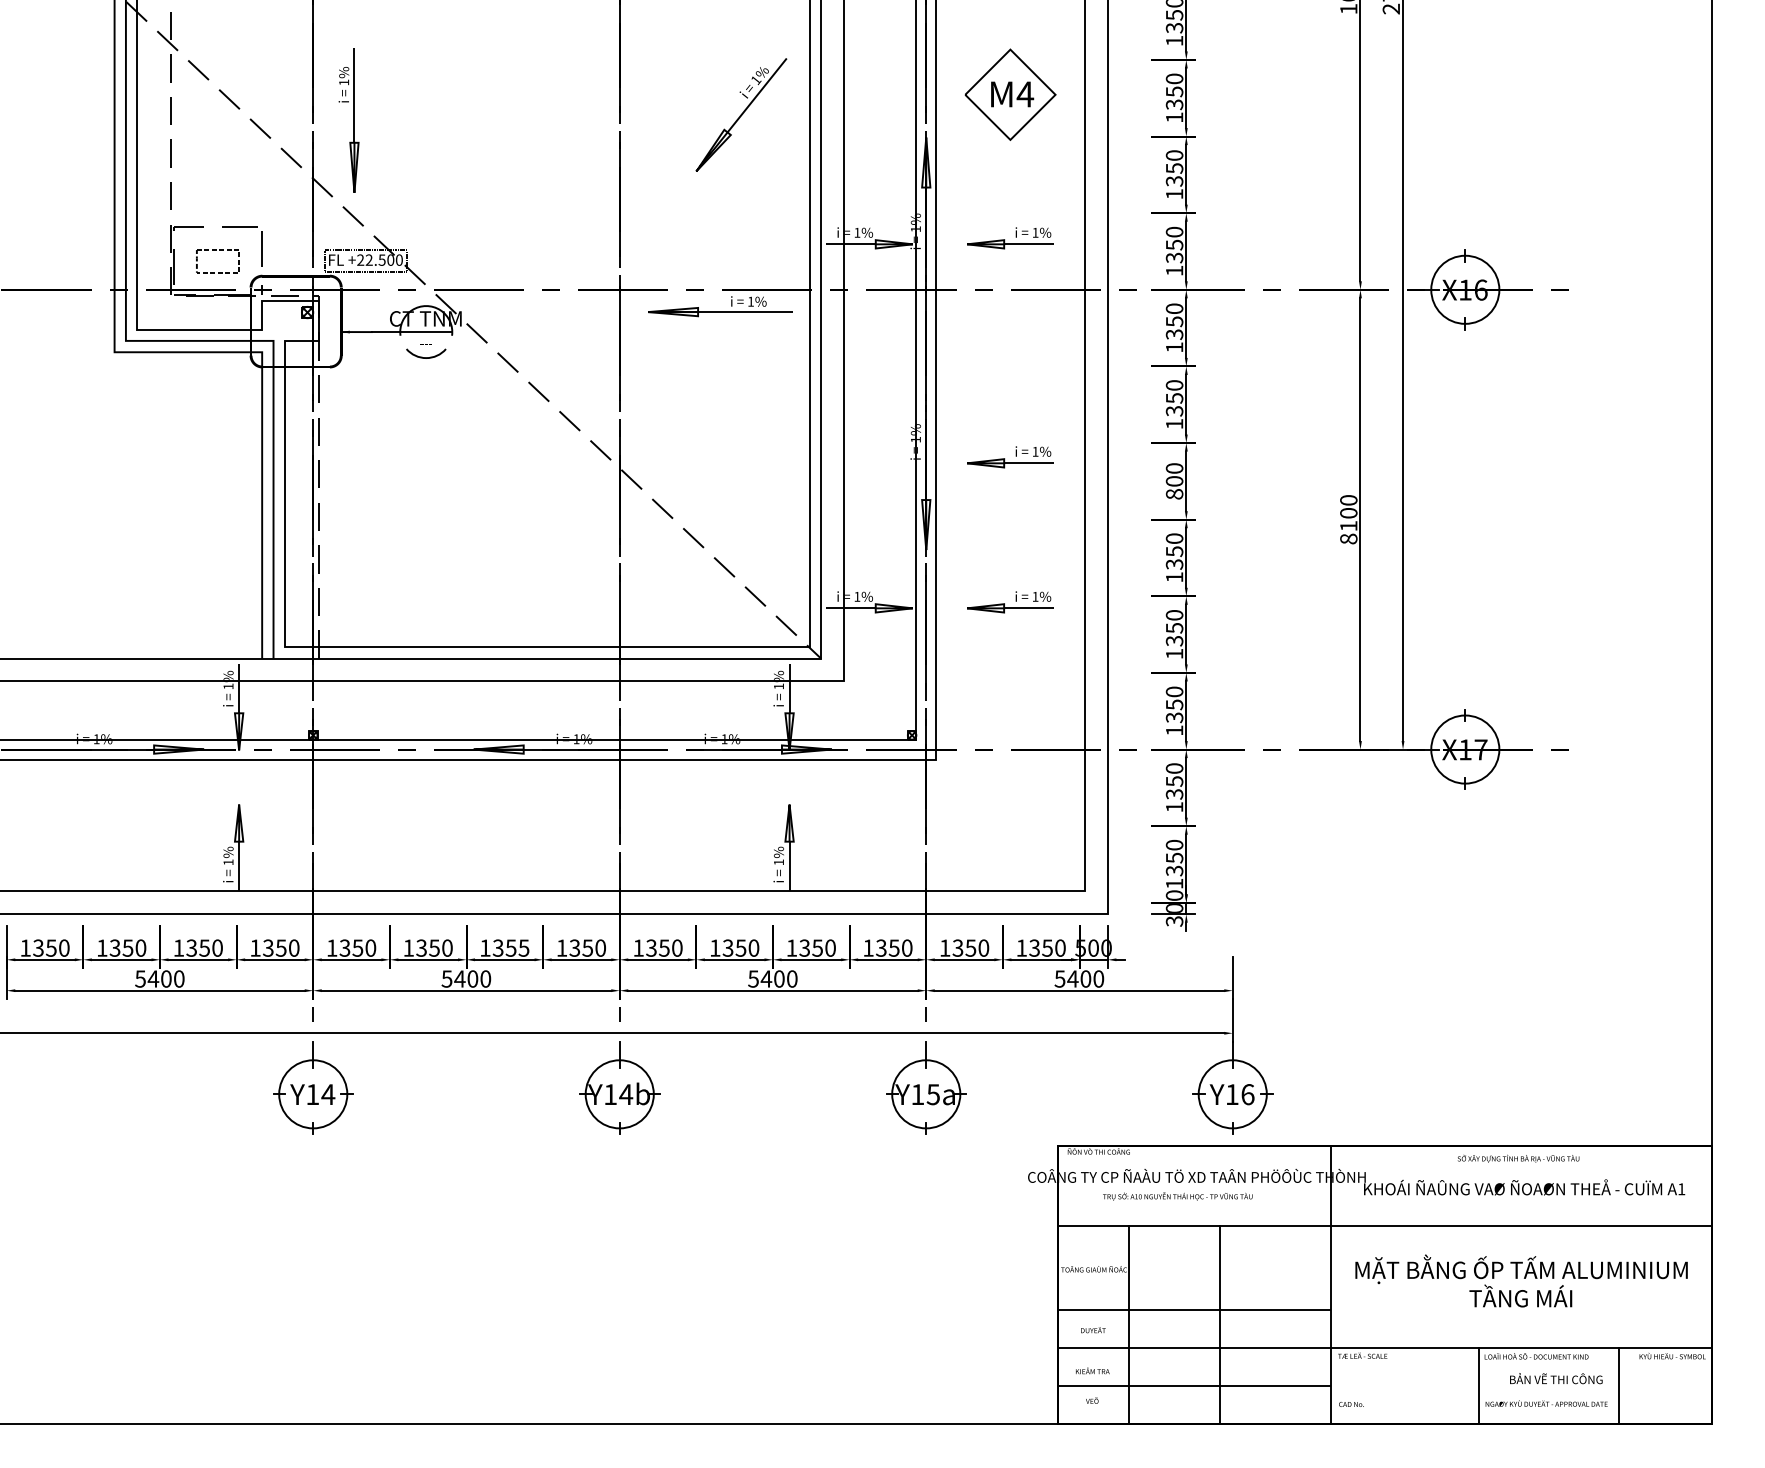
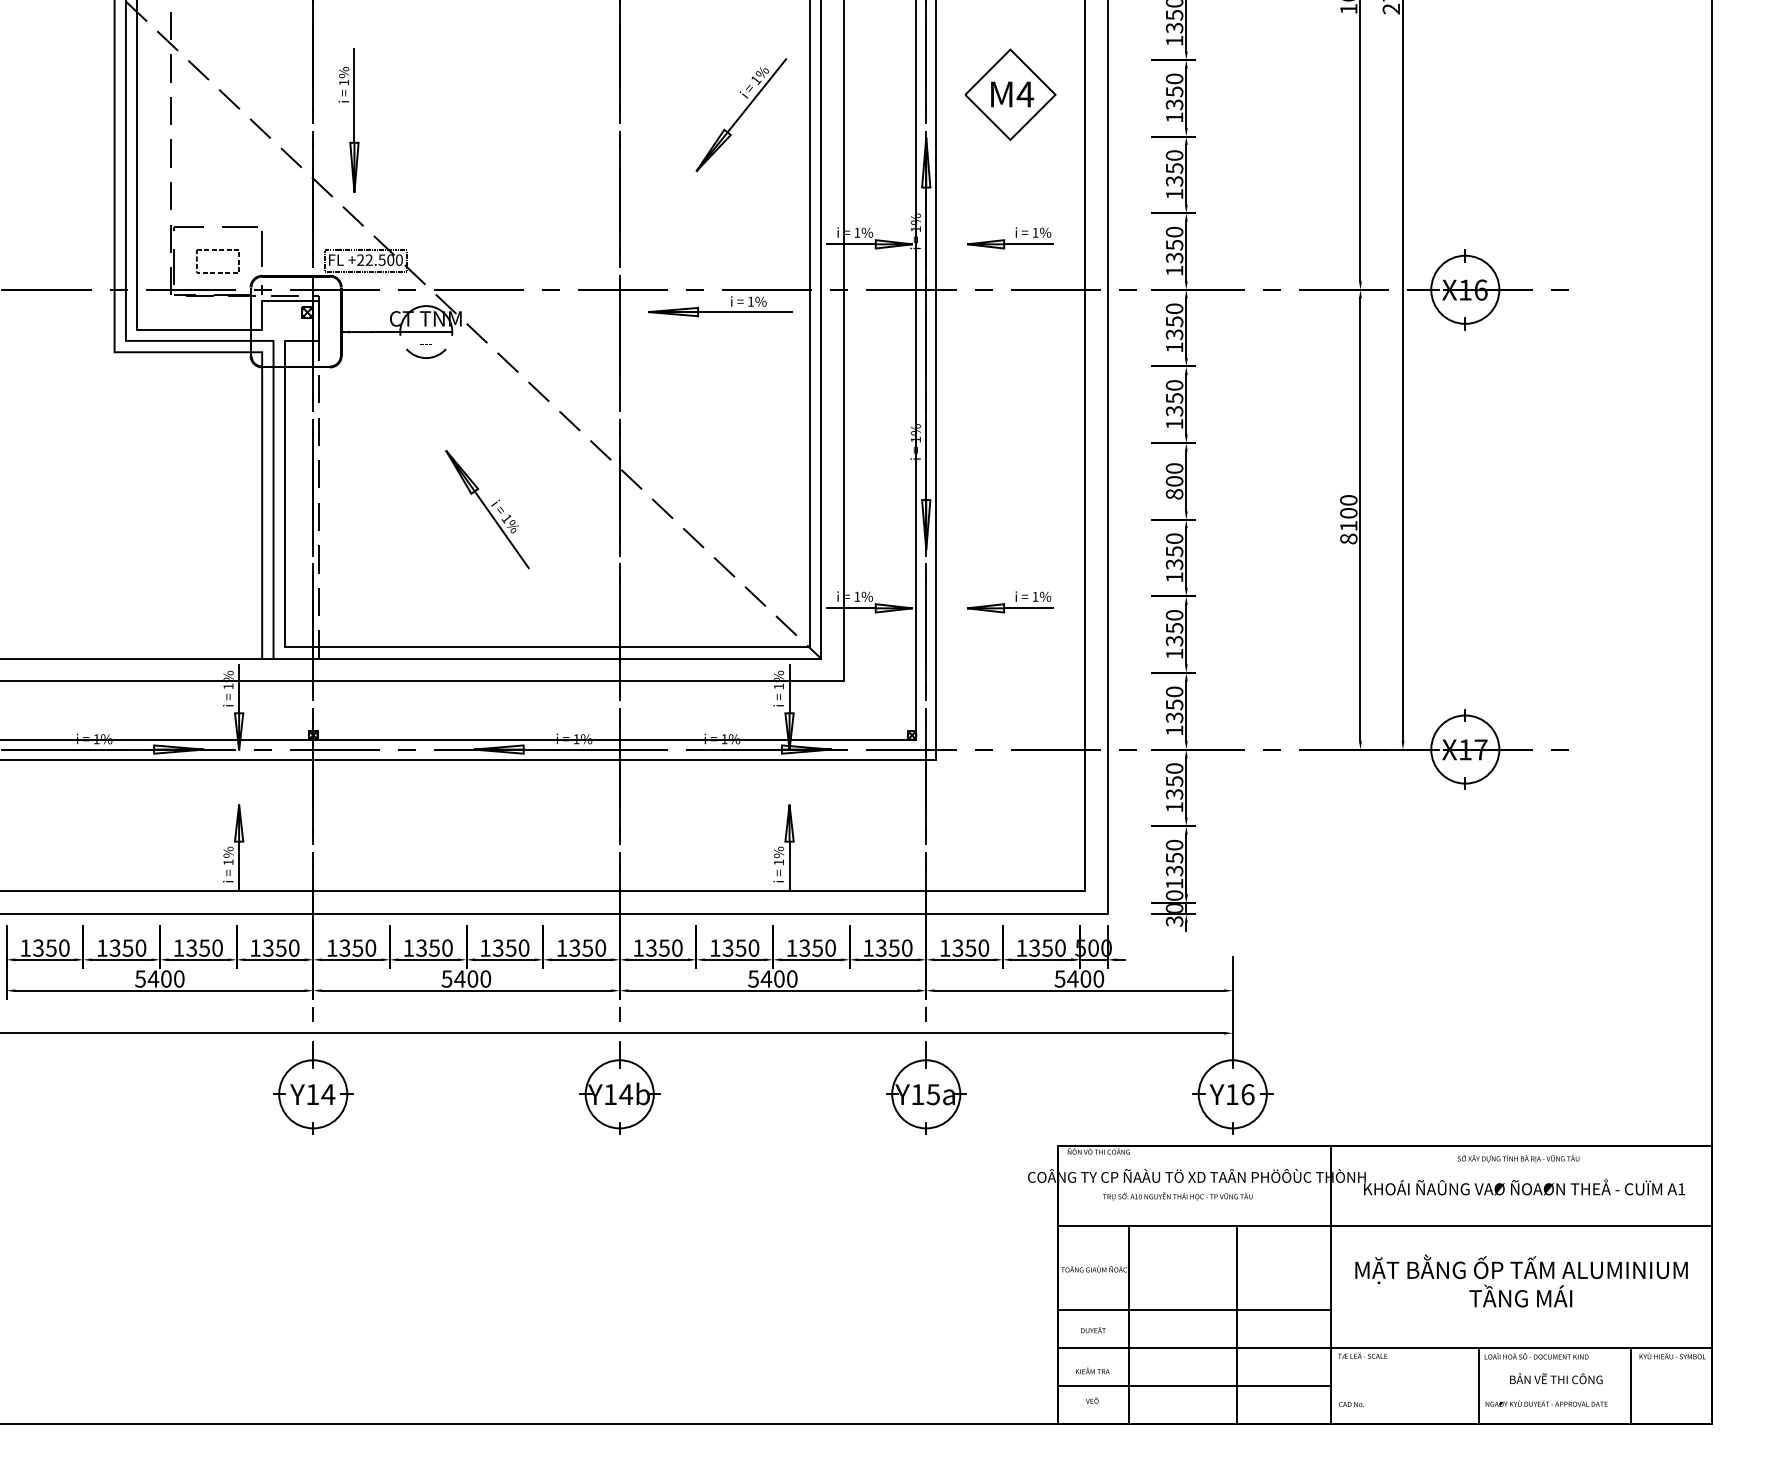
part at (1010, 457): present -> none
part at (487, 509): none -> present
text at (523, 947): 1355 -> 1350
line at (1219, 1324) position: (1219, 1324) -> (1236, 1324)
line at (1619, 1385) position: (1619, 1385) -> (1631, 1385)
